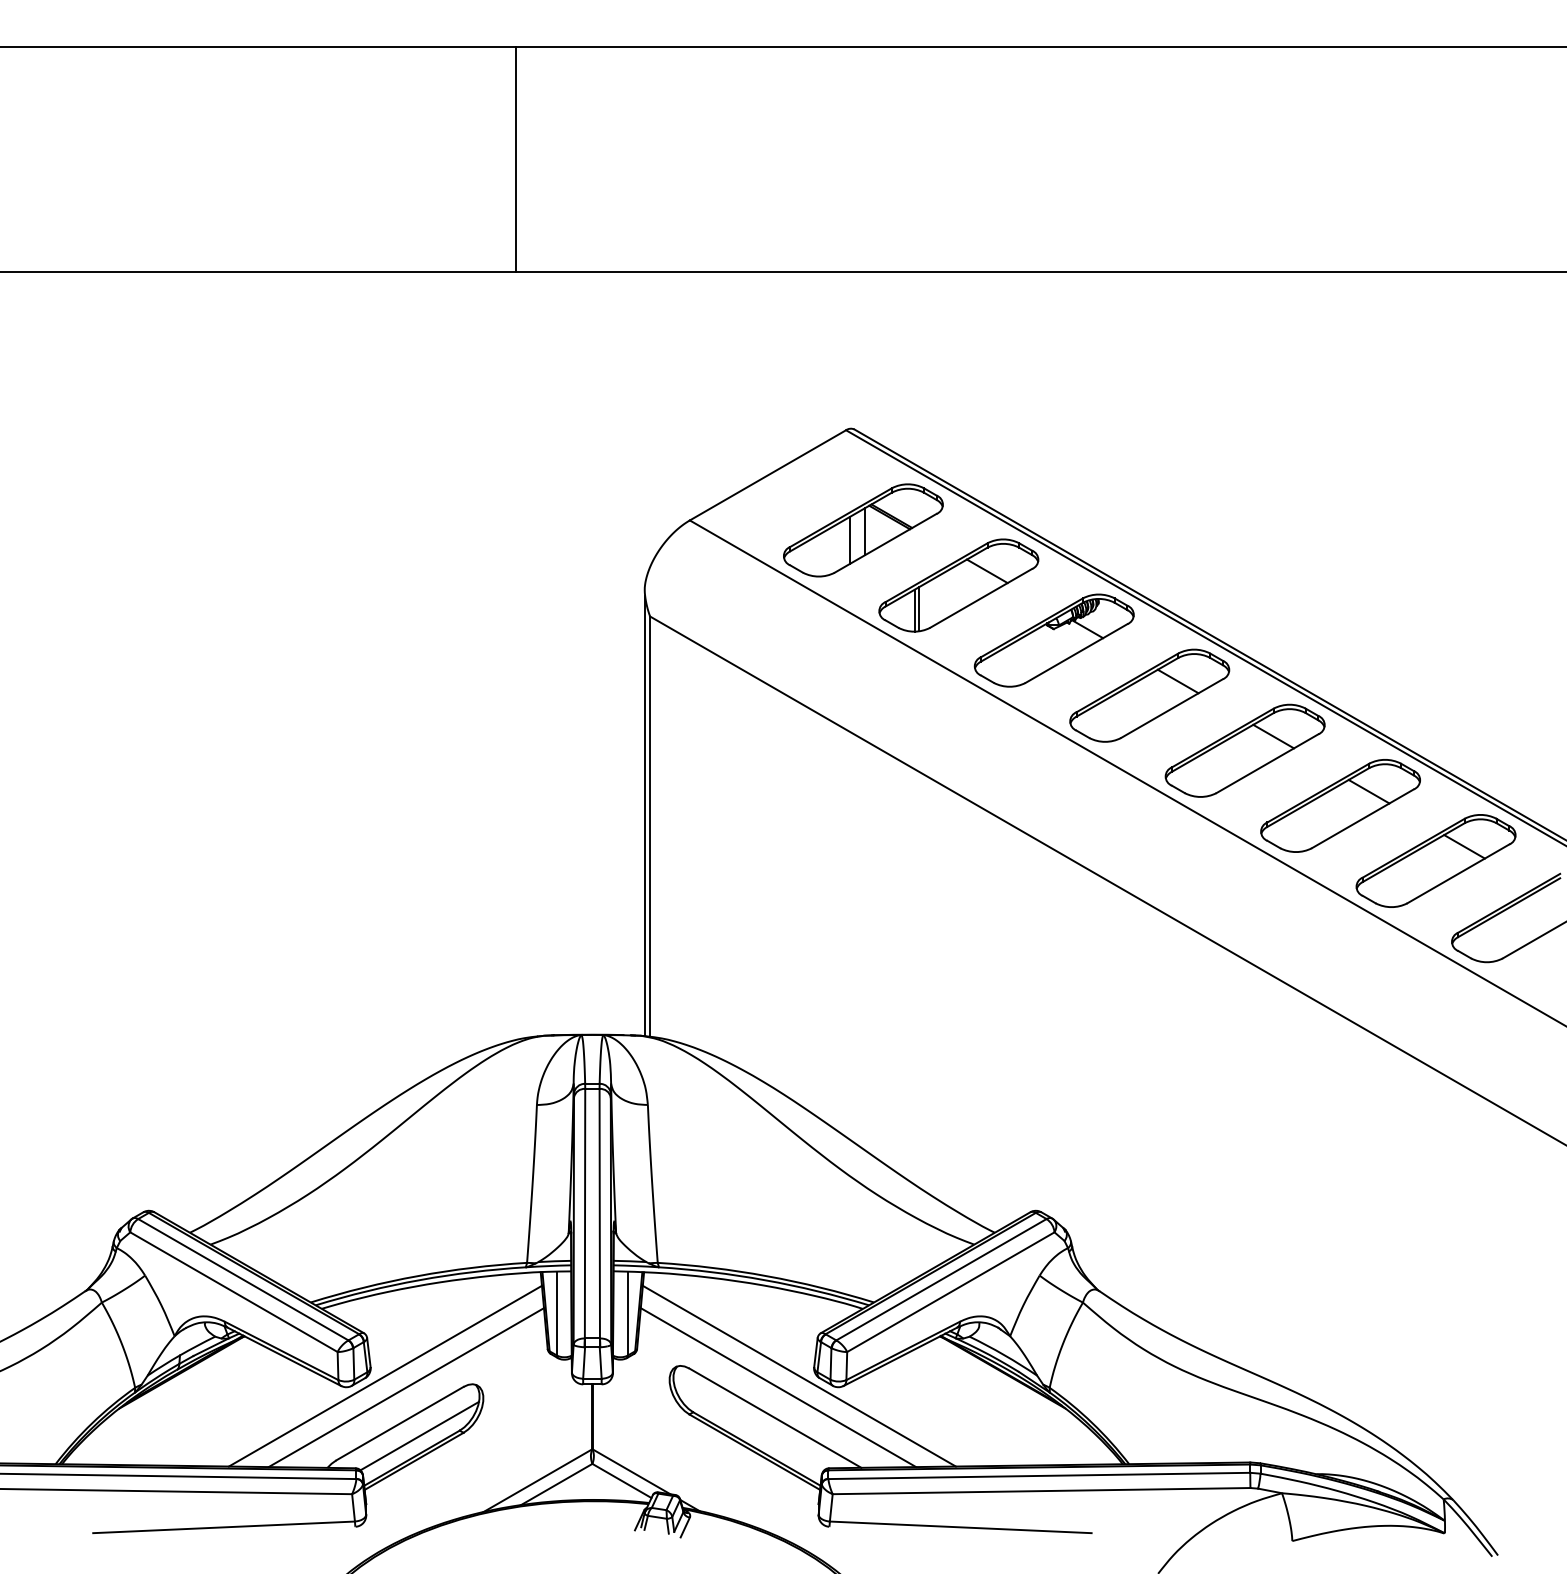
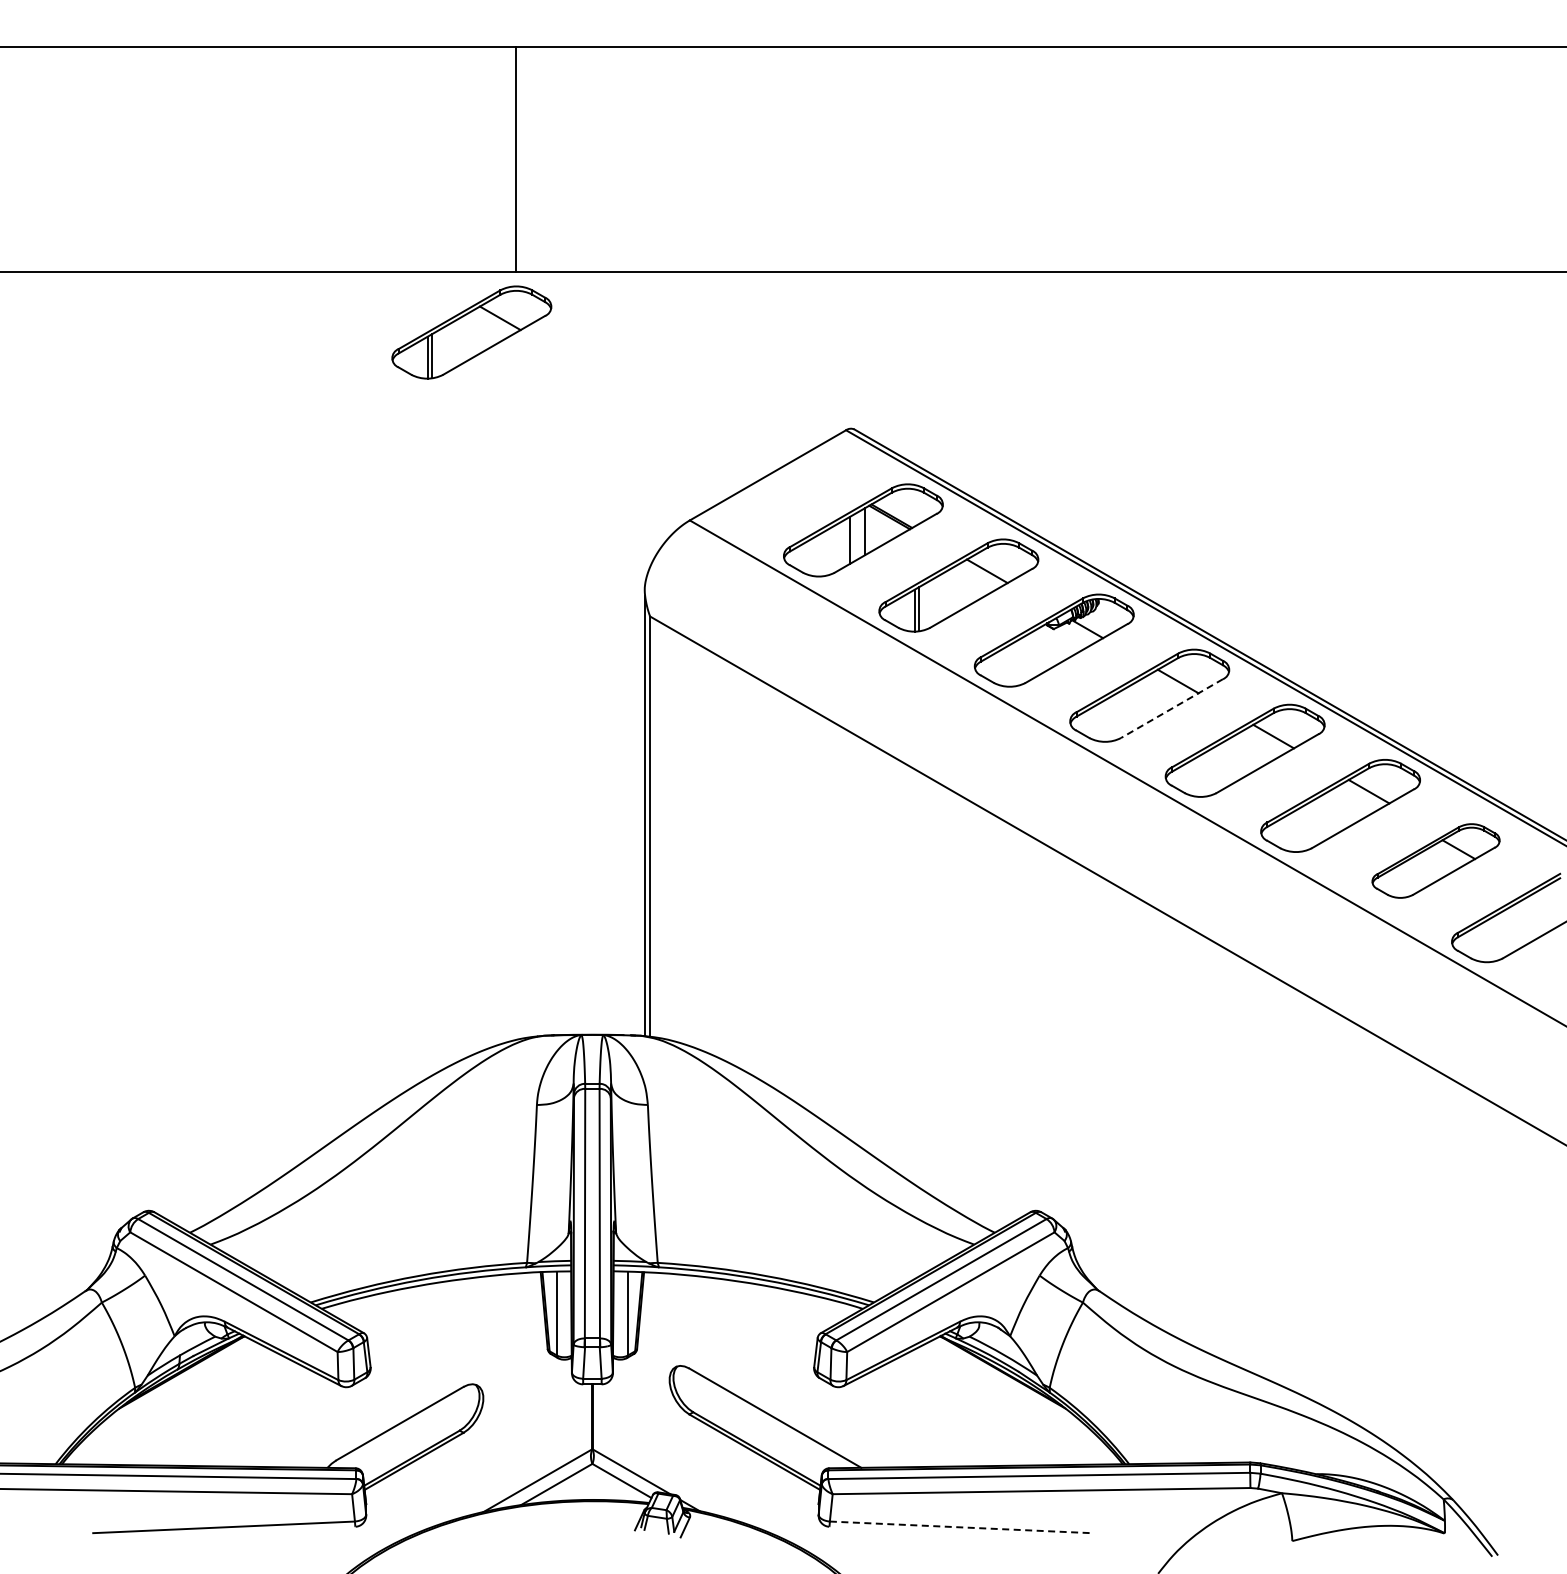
part at (471, 332): none -> present
line at (1172, 708): solid -> dashed
part at (1435, 860) size: 162x94 px -> 130x76 px
line at (384, 1375): present -> none
line at (798, 1375): present -> none
line at (406, 1387): present -> none
line at (778, 1387): present -> none
line at (419, 1435): present -> none
line at (961, 1527): solid -> dashed
